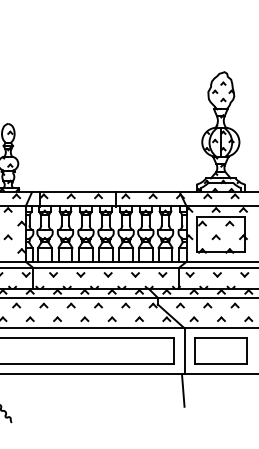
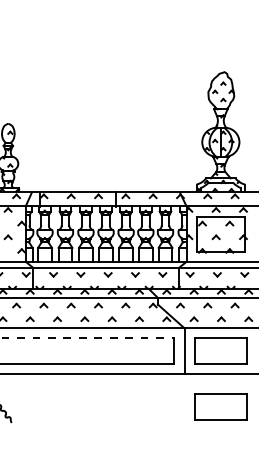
line at (87, 338): solid -> dashed
line at (182, 390): present -> none
part at (220, 406): none -> present
